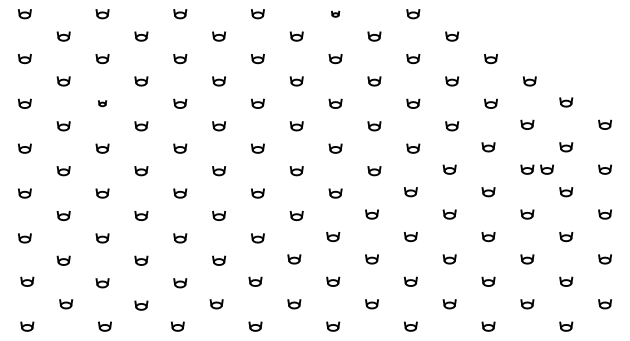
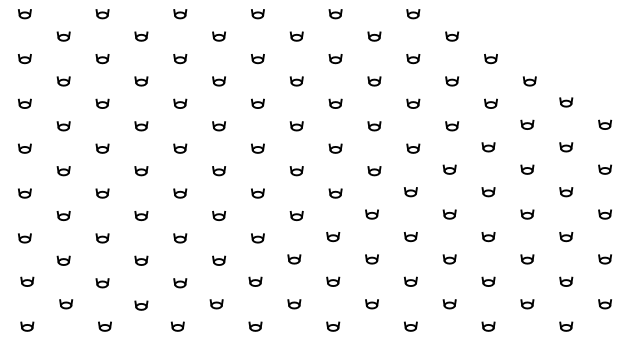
part at (335, 13) size: 10x8 px -> 15x11 px
part at (102, 103) size: 9x8 px -> 15x11 px
part at (546, 169): present -> none
